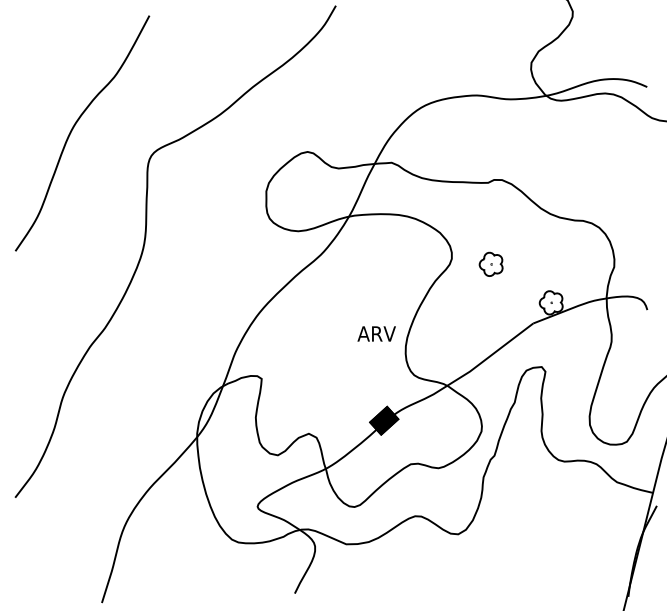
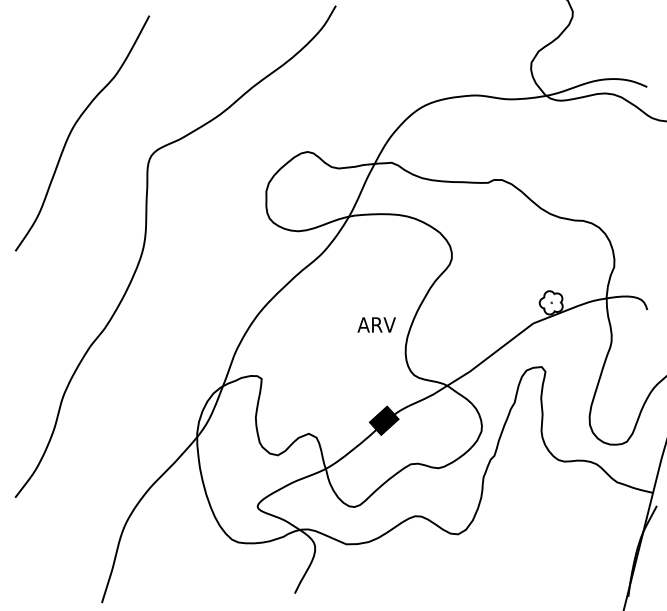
part at (490, 263): present -> none
text at (376, 333) position: (376, 333) -> (376, 324)
